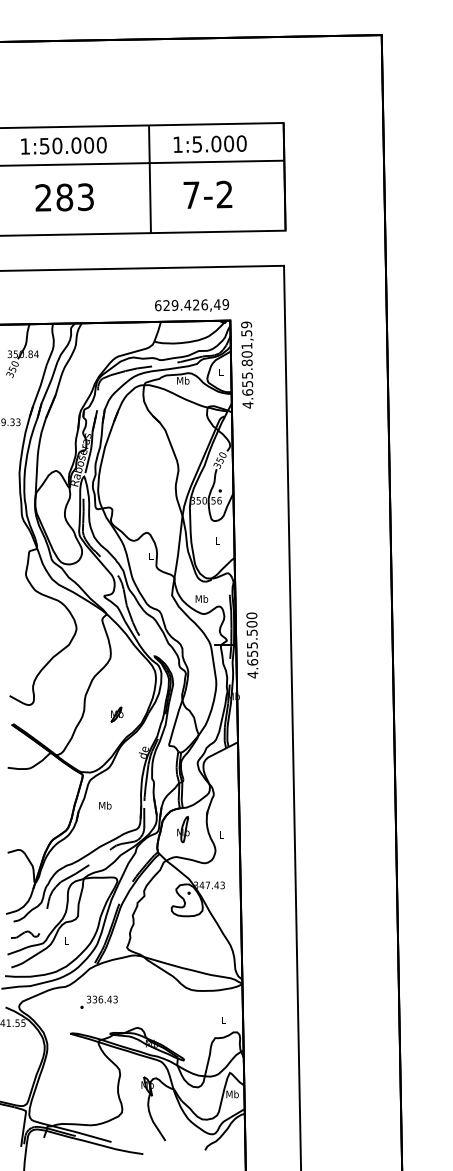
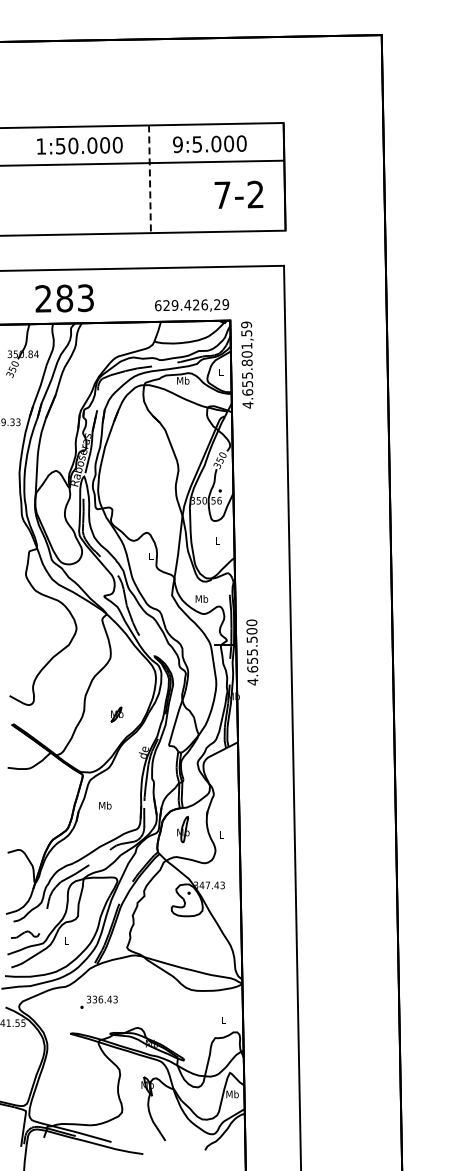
text at (177, 144): 1:5.000 -> 9:5.000
text at (63, 145) position: (63, 145) -> (79, 145)
line at (150, 179): solid -> dashed
text at (207, 194) position: (207, 194) -> (238, 194)
text at (64, 197) position: (64, 197) -> (64, 298)
text at (216, 304): 629.426,49 -> 629.426,29
text at (252, 645) position: (252, 645) -> (252, 652)
